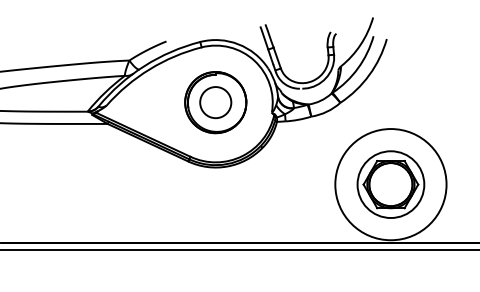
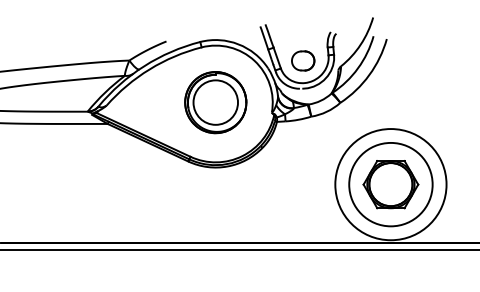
part at (303, 60): none -> present
circle at (215, 102) diameter: 31 px -> 44 px
circle at (390, 184) diameter: 67 px -> 83 px
